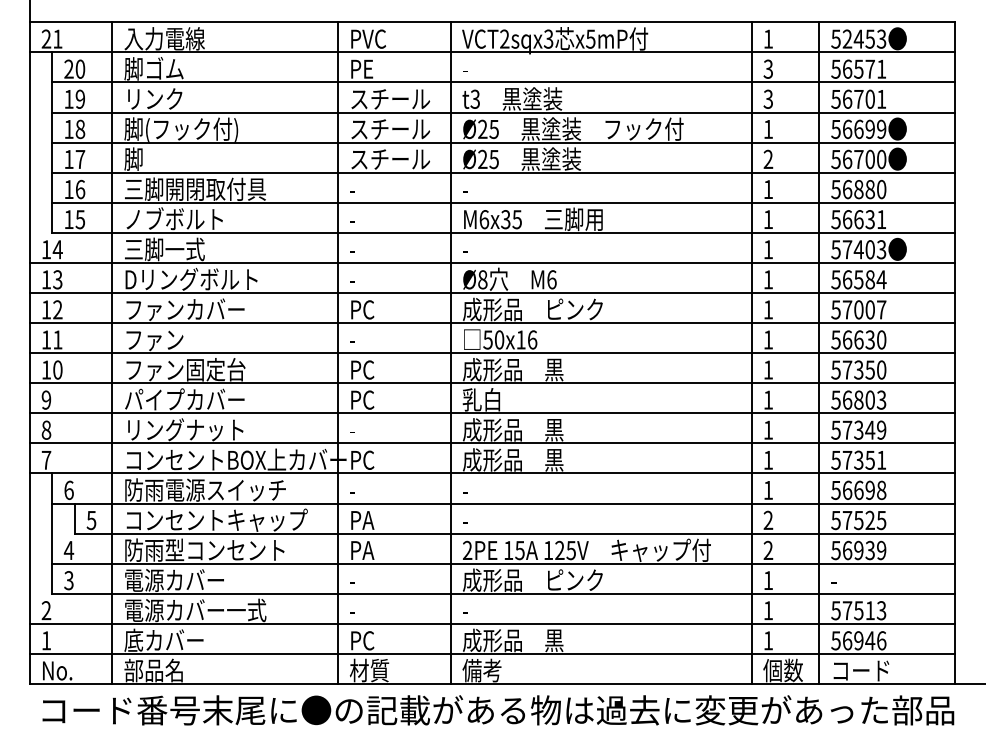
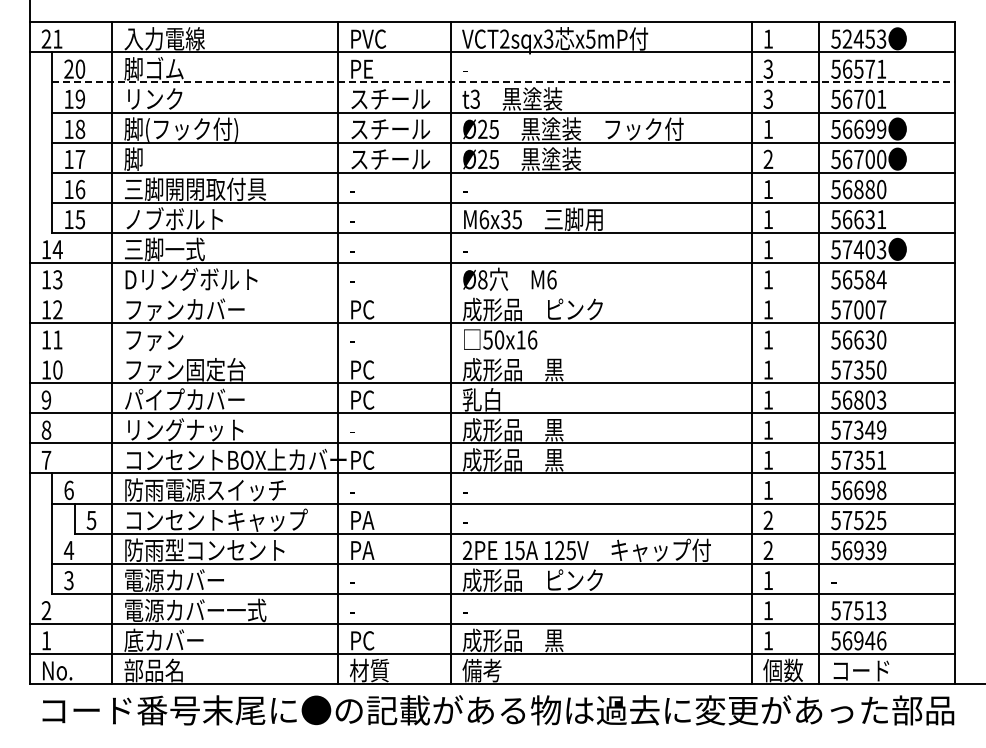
line at (503, 82): solid -> dashed
line at (491, 292): present -> none
line at (491, 353): present -> none
